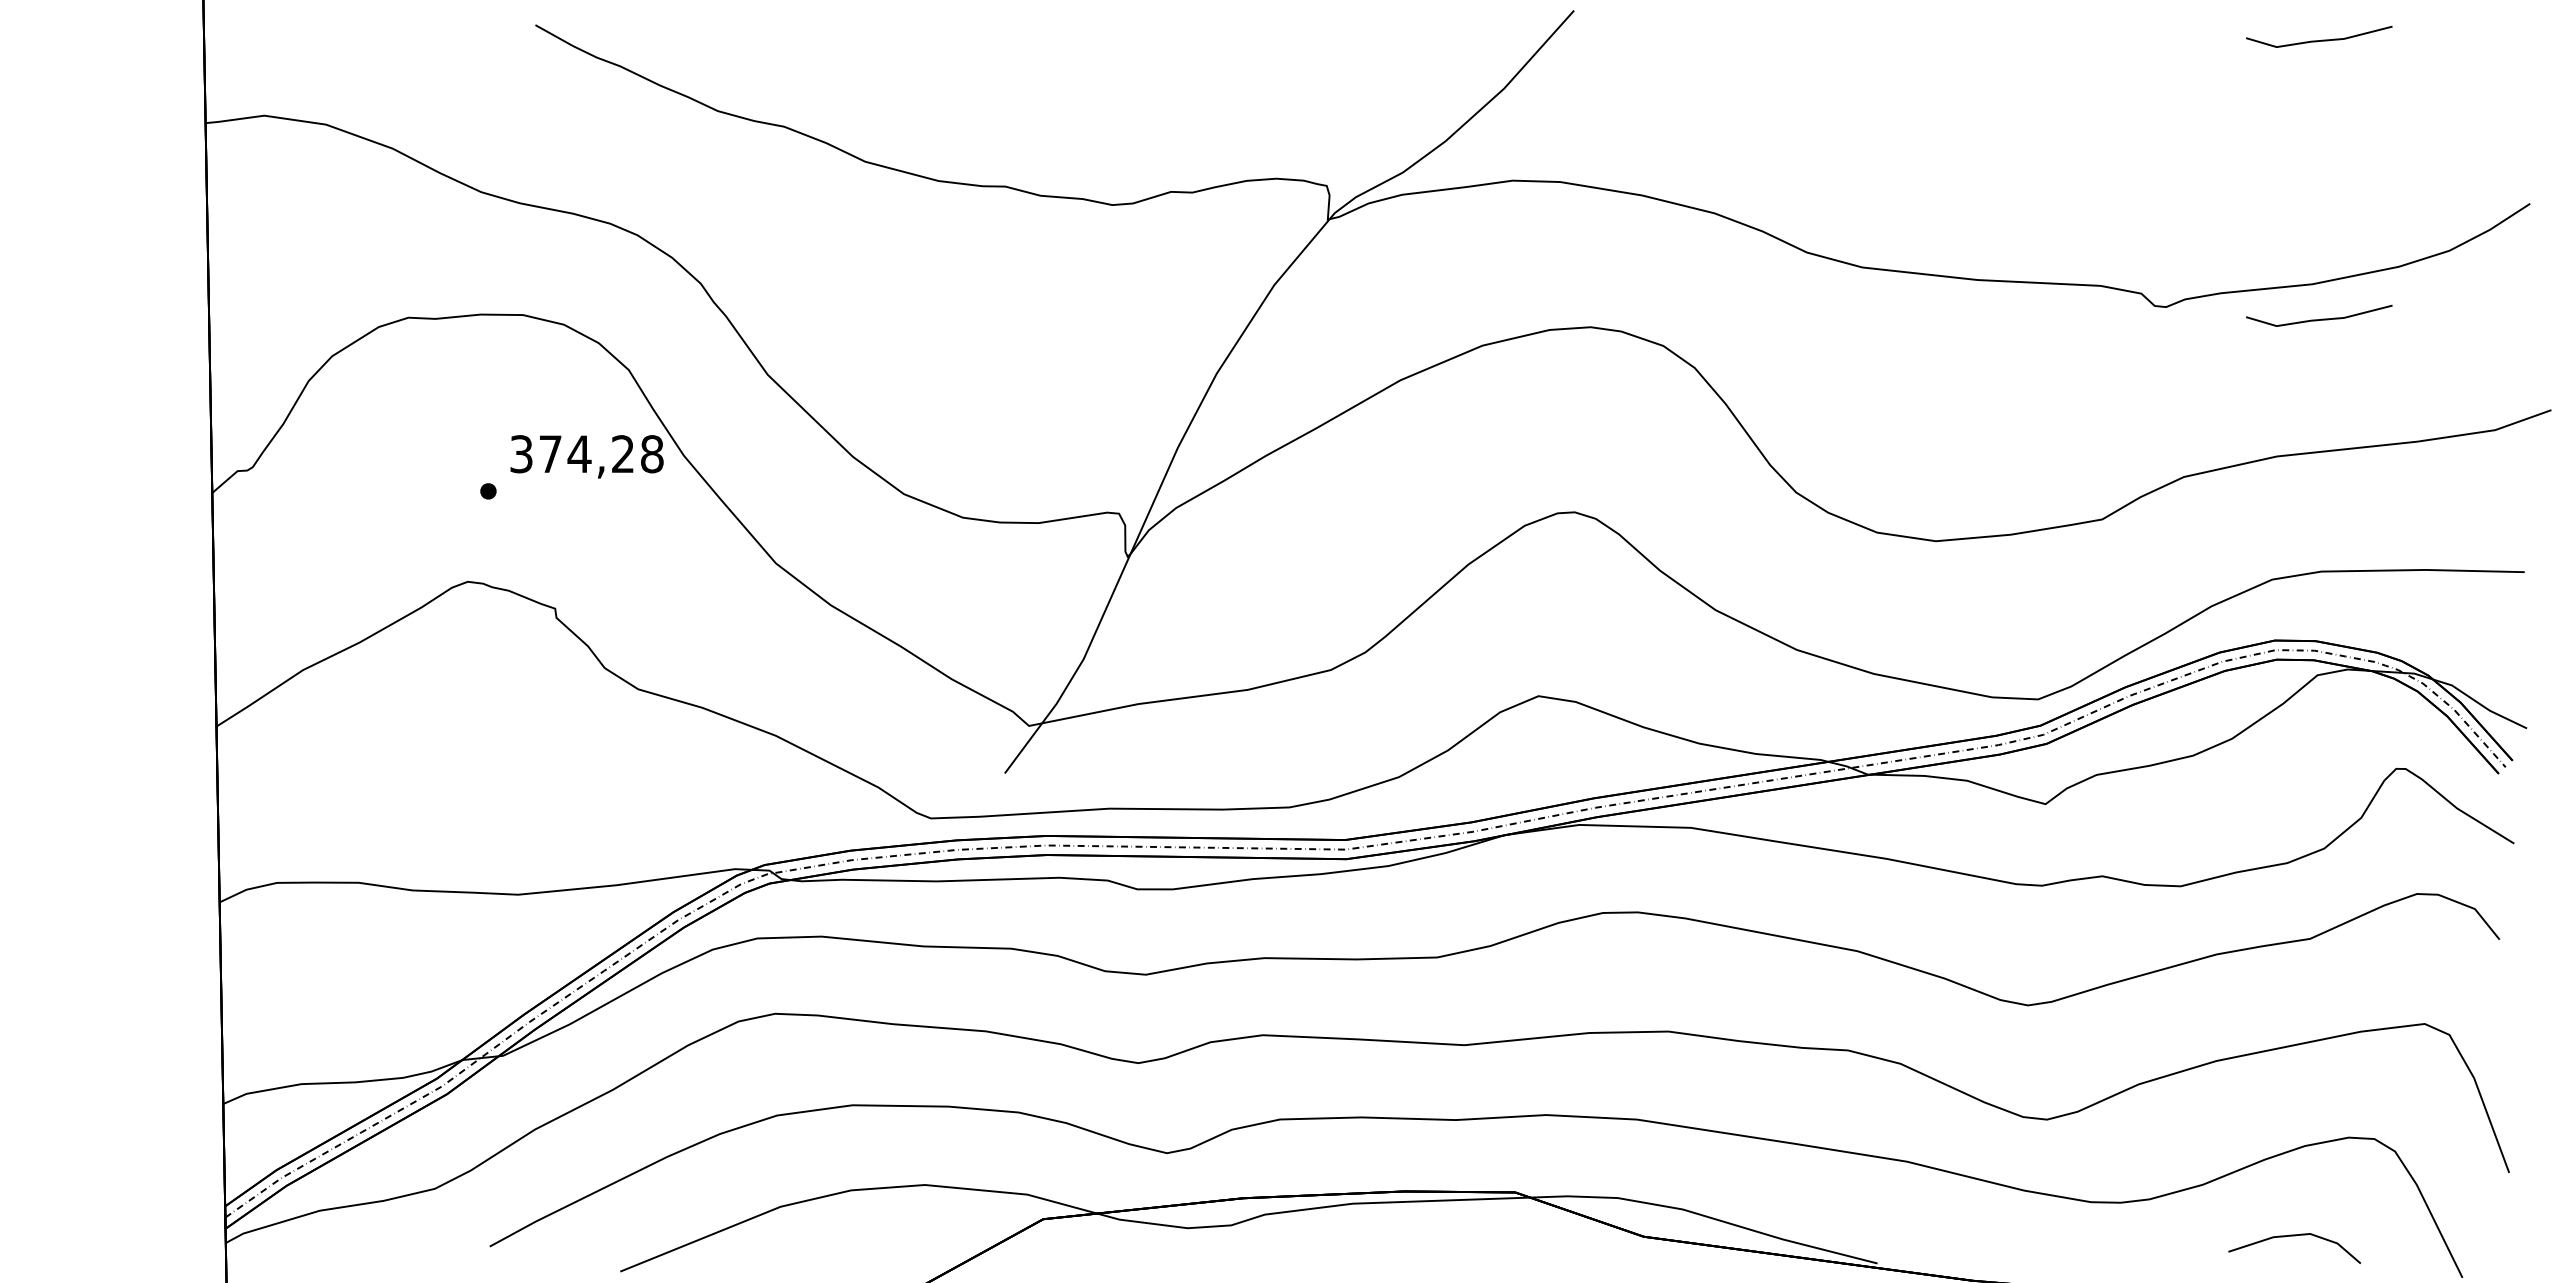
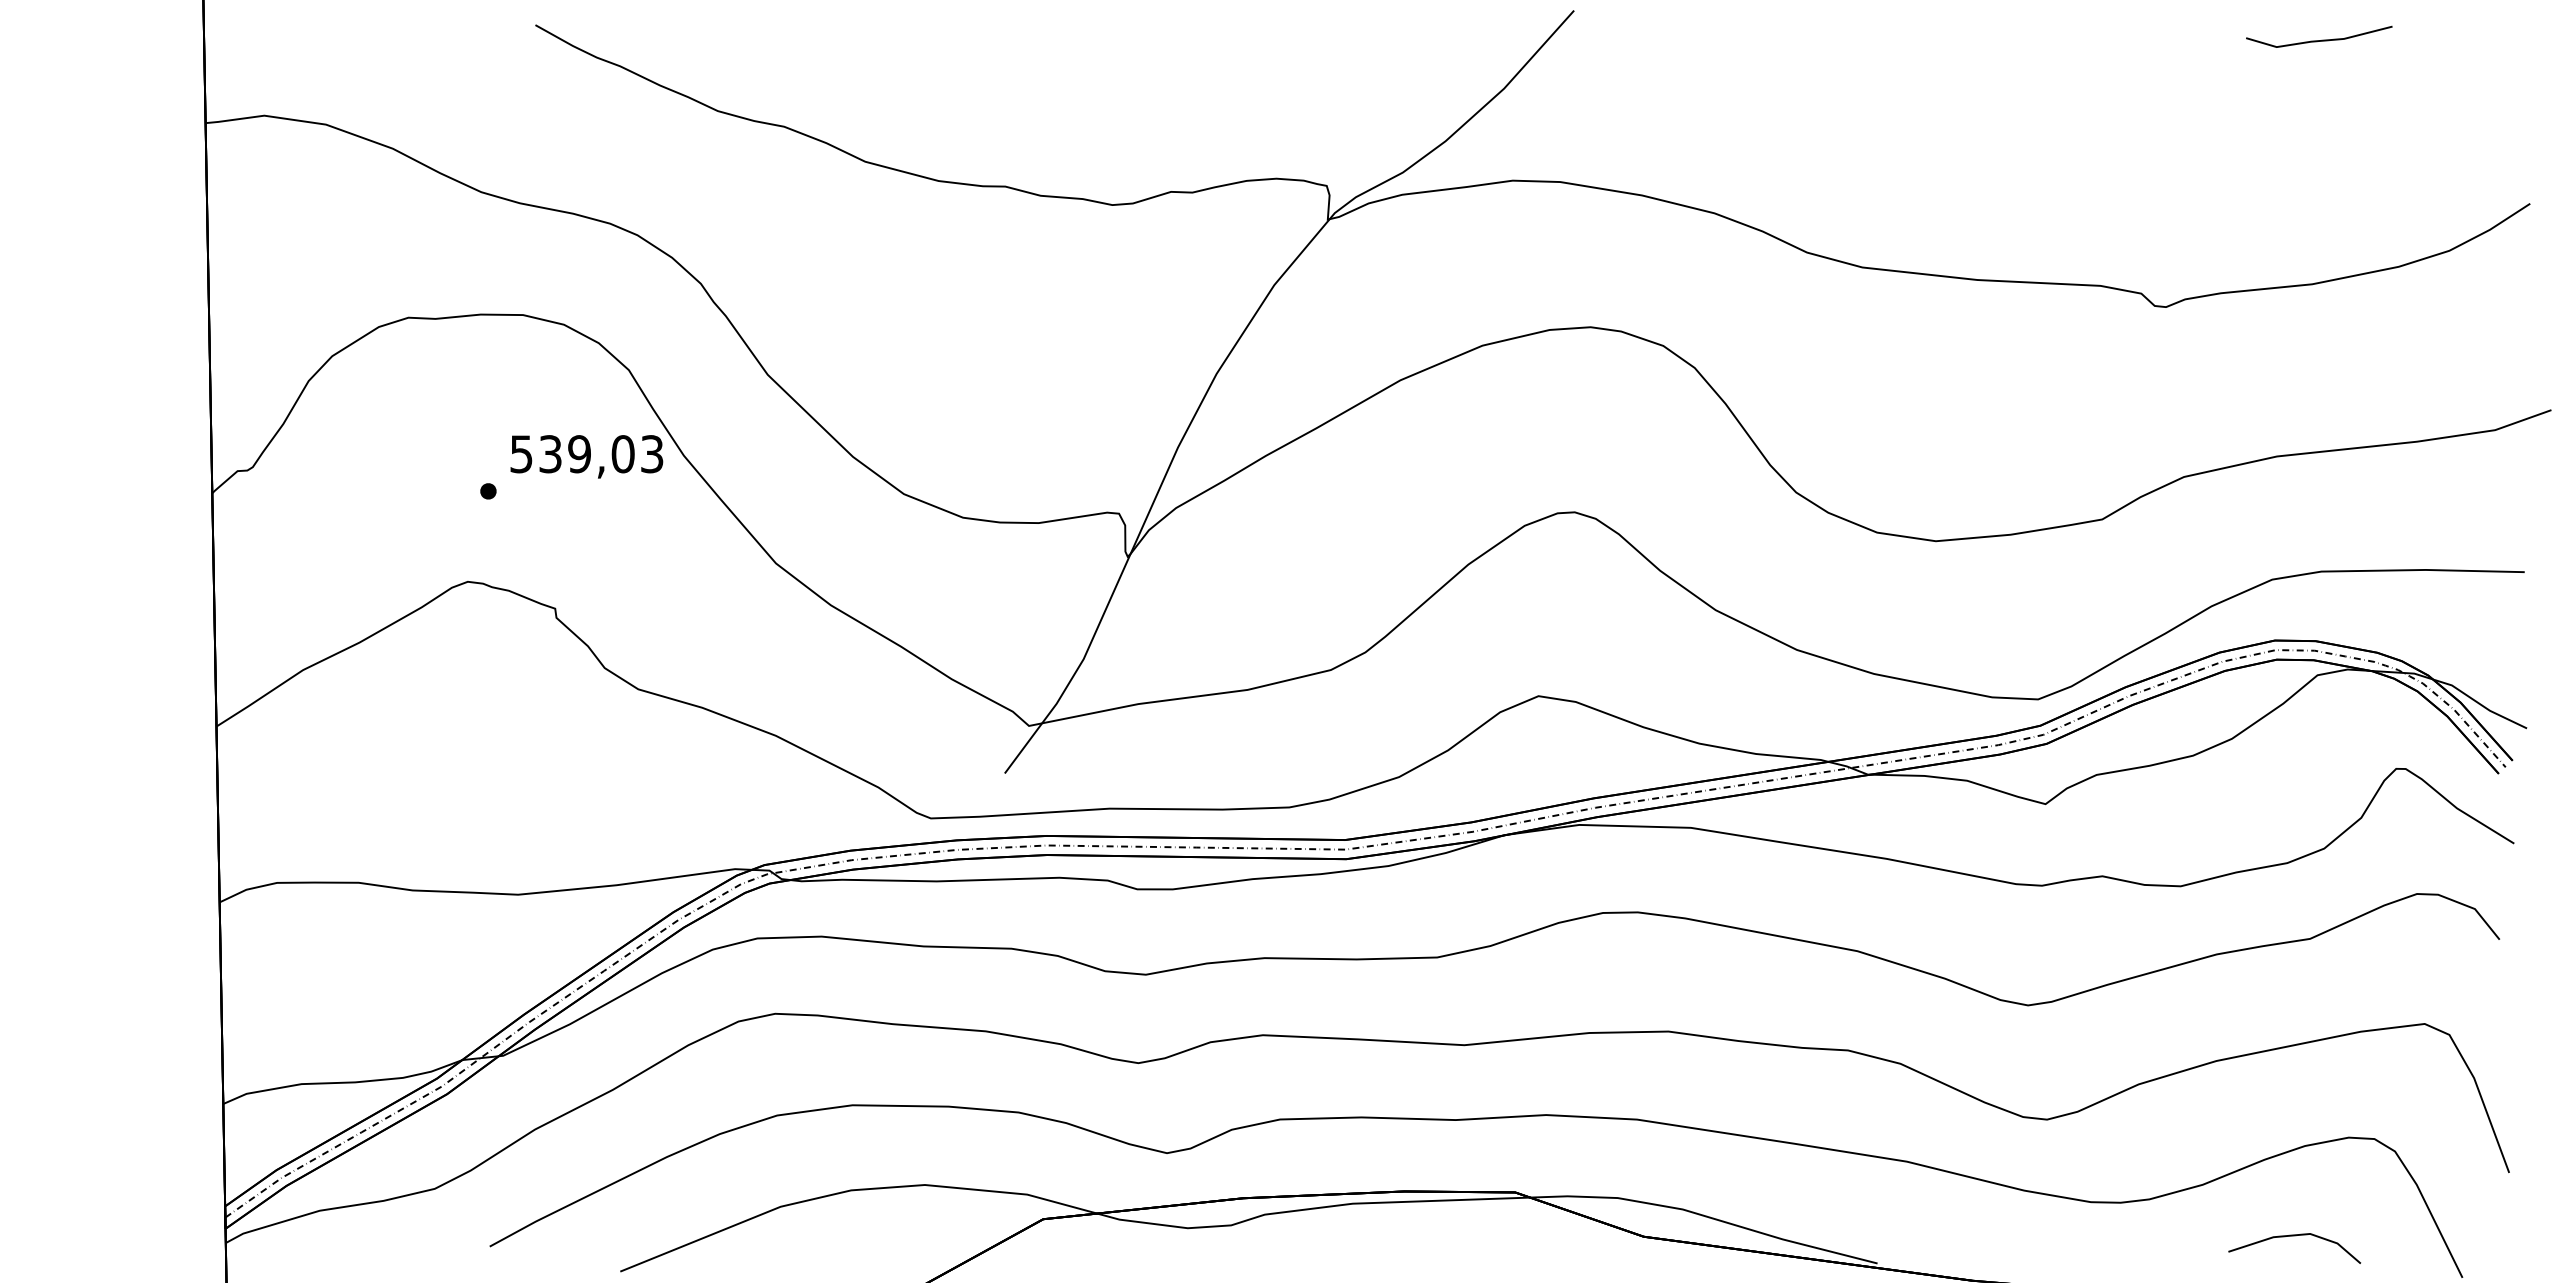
line at (2321, 318): present -> none
text at (587, 454): 374,28 -> 539,03
